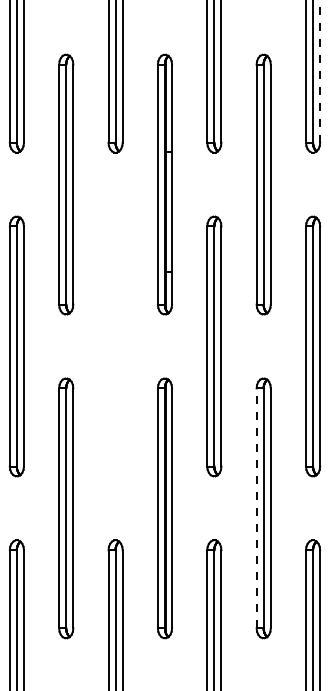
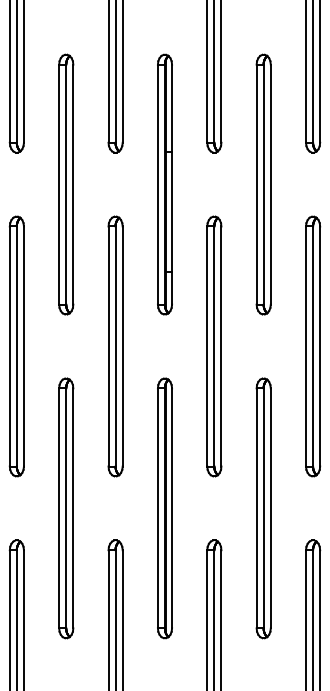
line at (320, 71): dashed -> solid
part at (115, 346): none -> present
line at (256, 507): dashed -> solid
